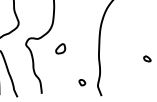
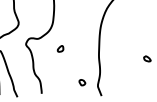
part at (60, 48) size: 12x12 px -> 9x8 px
